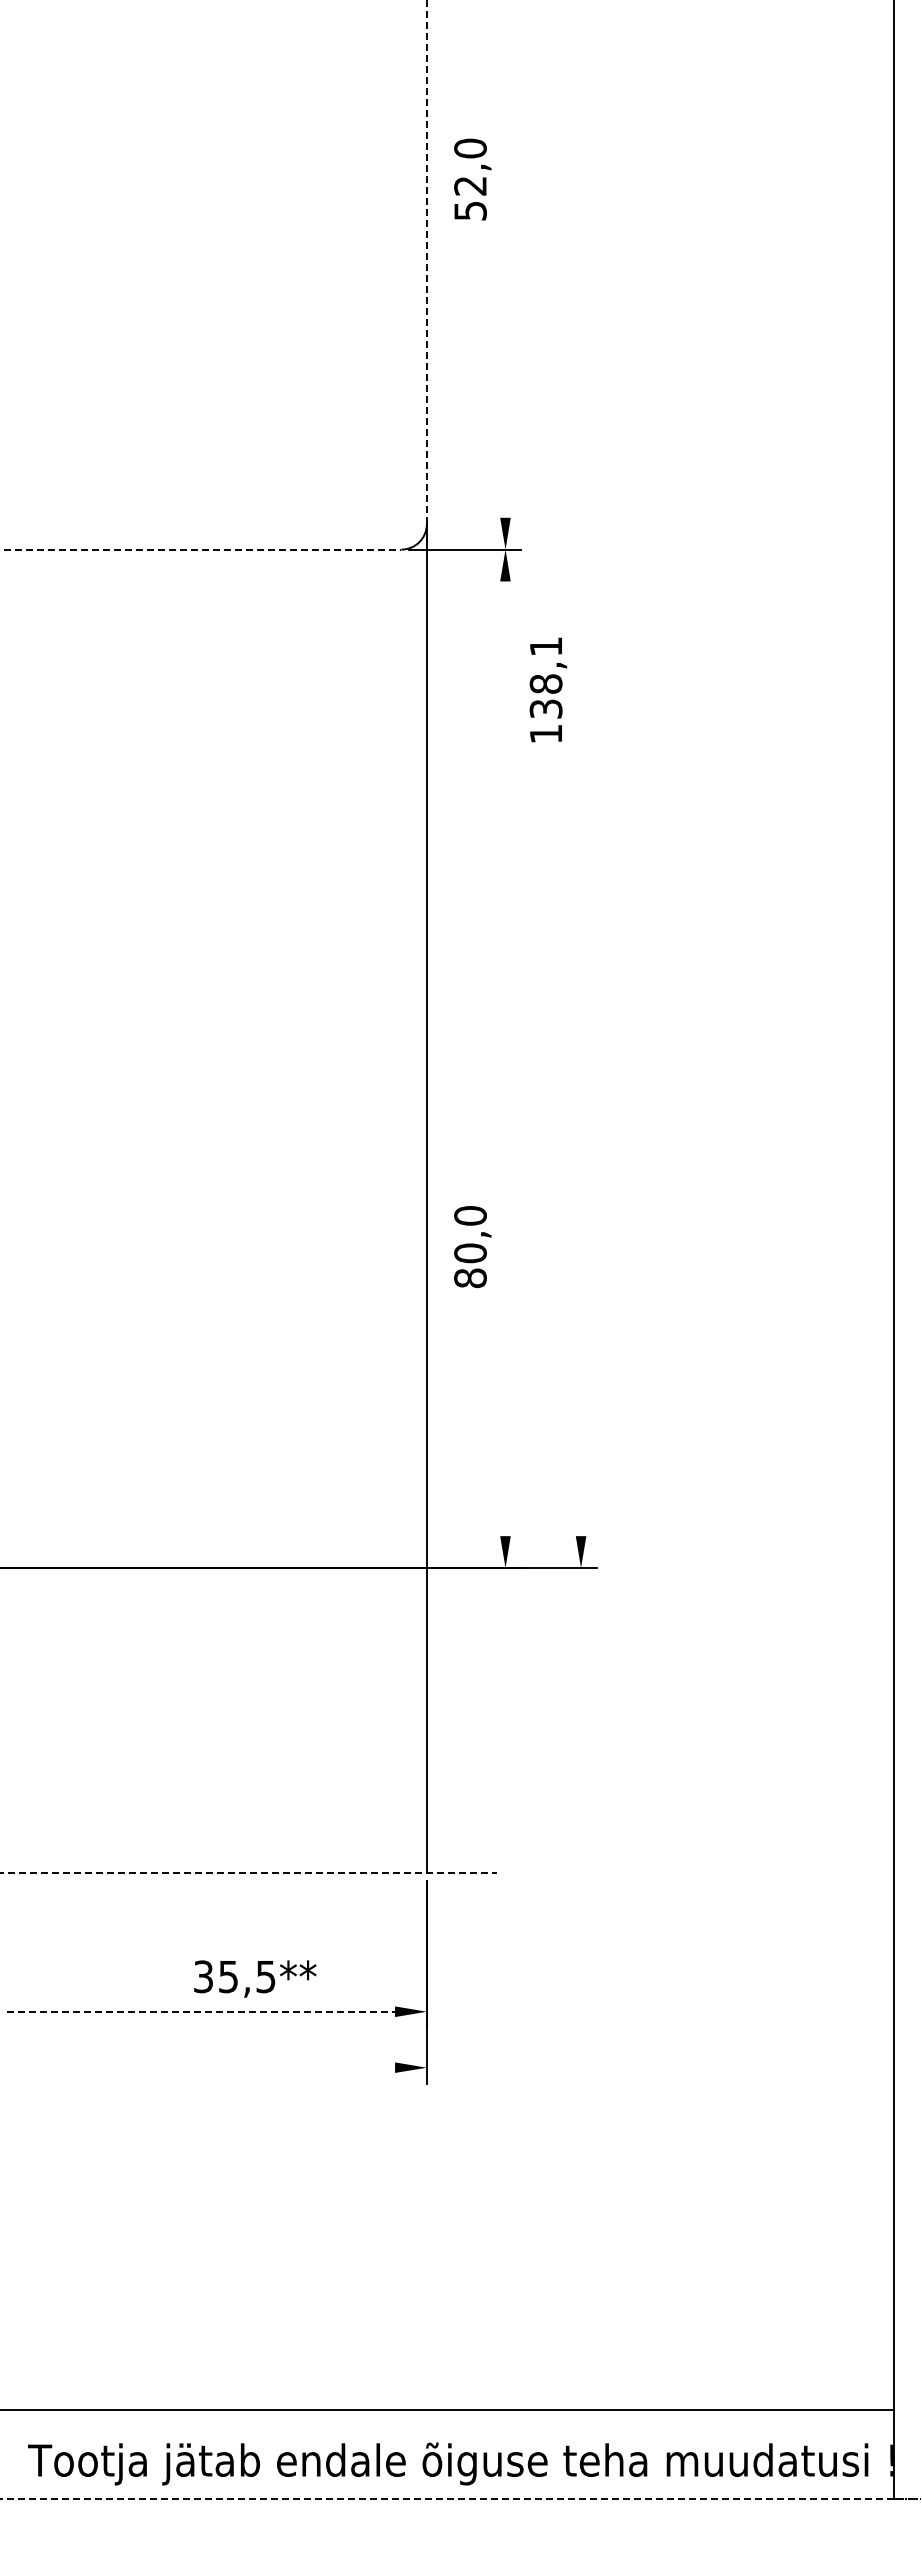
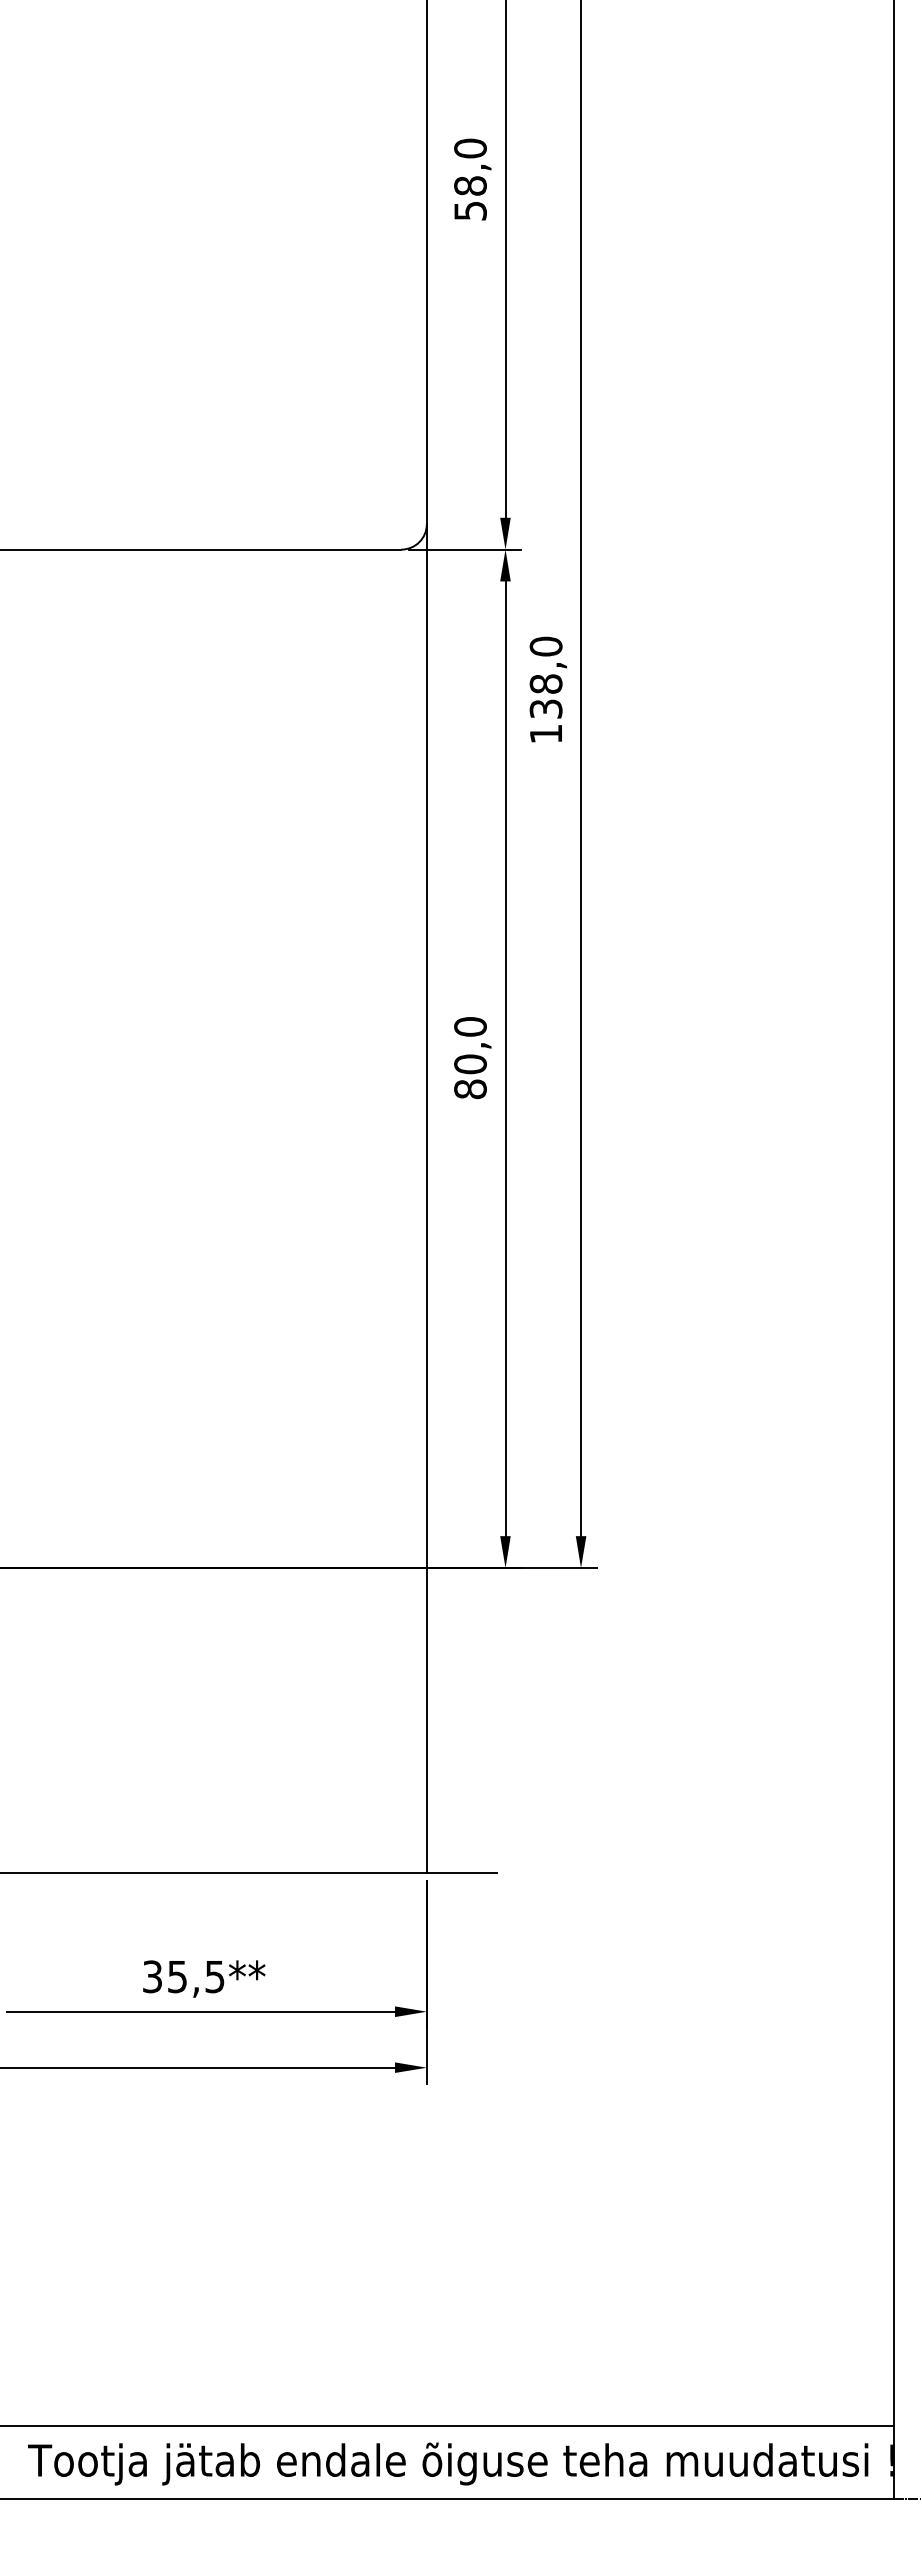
text at (470, 185): 52,0 -> 58,0
line at (505, 259): none -> present
line at (426, 262): dashed -> solid
line at (201, 549): dashed -> solid
text at (545, 646): 138,1 -> 138,0
line at (581, 769): none -> present
line at (505, 1058): none -> present
text at (472, 1247) position: (472, 1247) -> (472, 1058)
line at (248, 1873): dashed -> solid
text at (255, 1978) position: (255, 1978) -> (204, 1978)
line at (201, 2011): dashed -> solid
line at (198, 2067): none -> present
line at (448, 2410) position: (448, 2410) -> (448, 2426)
line at (447, 2498): dashed -> solid
